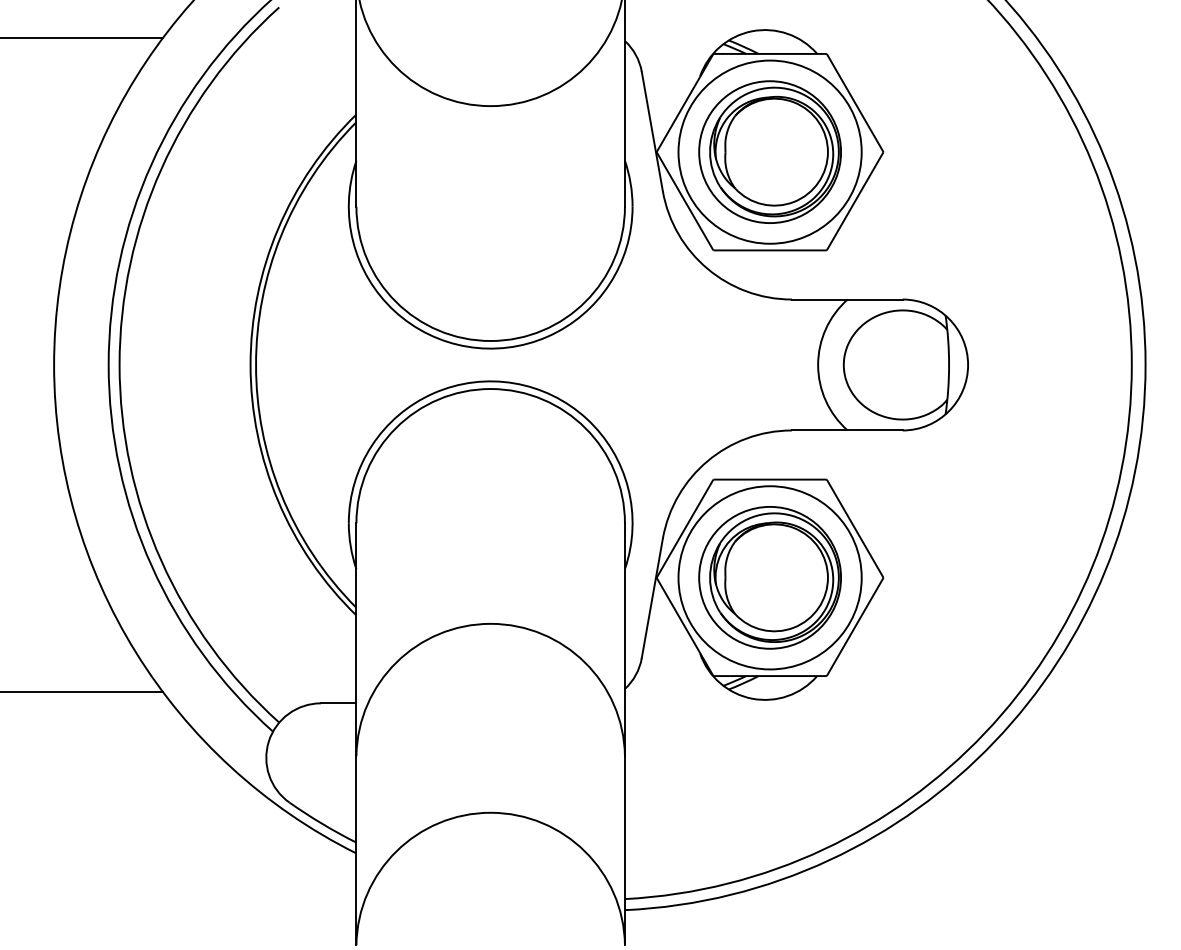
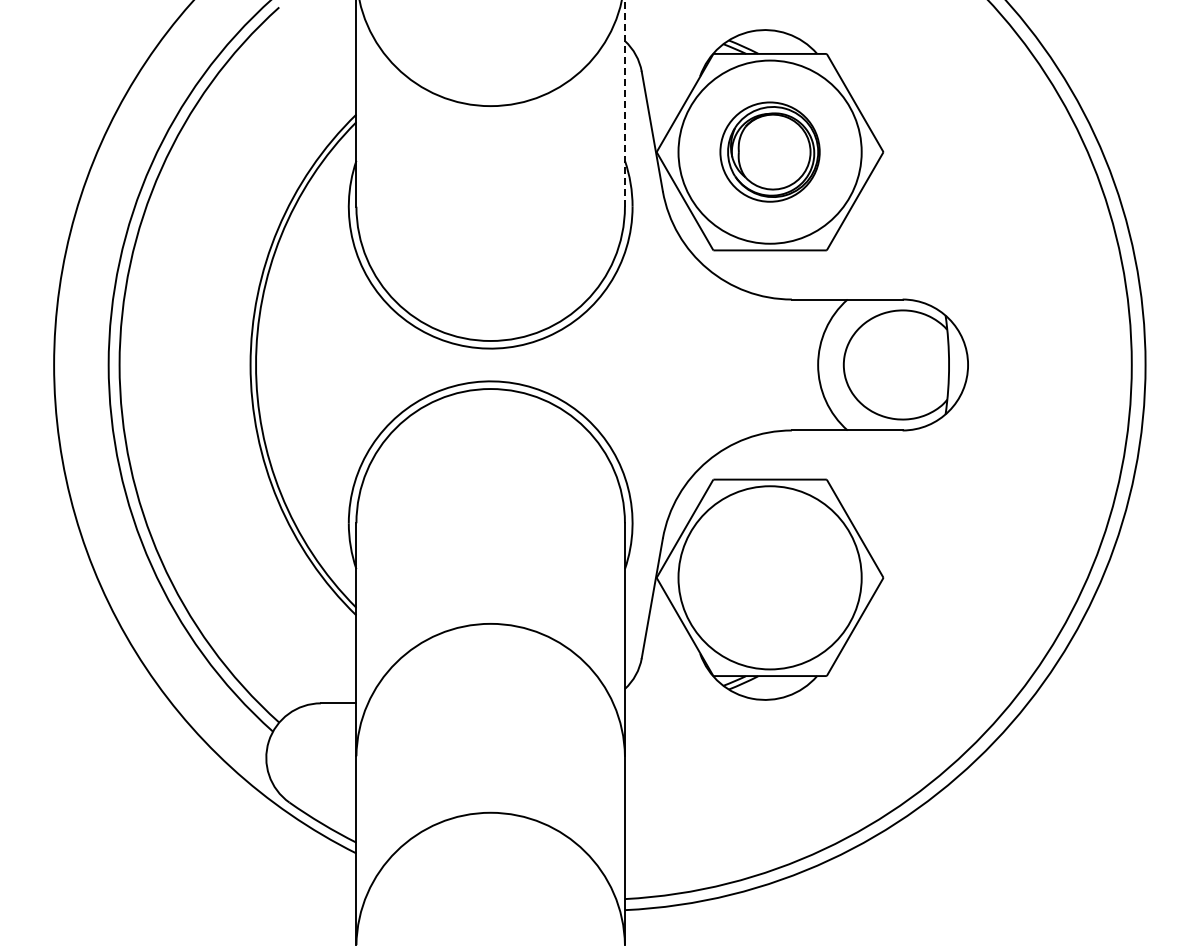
line at (82, 37): present -> none
line at (624, 103): solid -> dashed
part at (769, 151) size: 144x144 px -> 102x102 px
part at (769, 577): present -> none
line at (82, 692): present -> none
